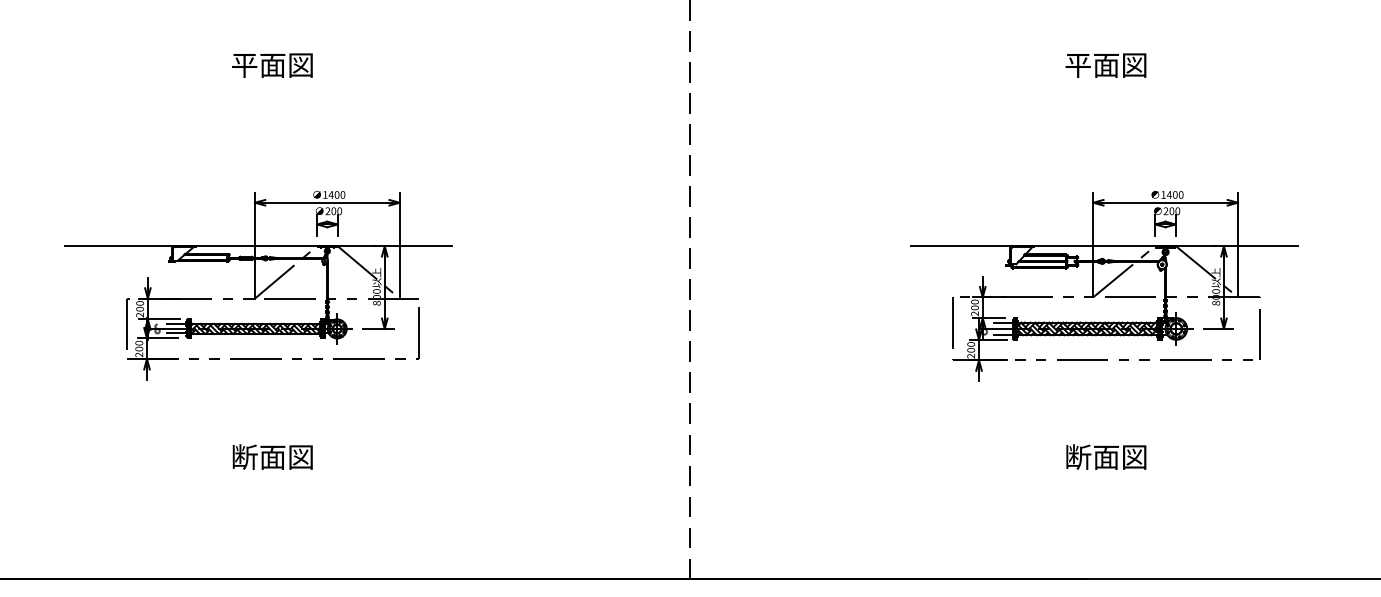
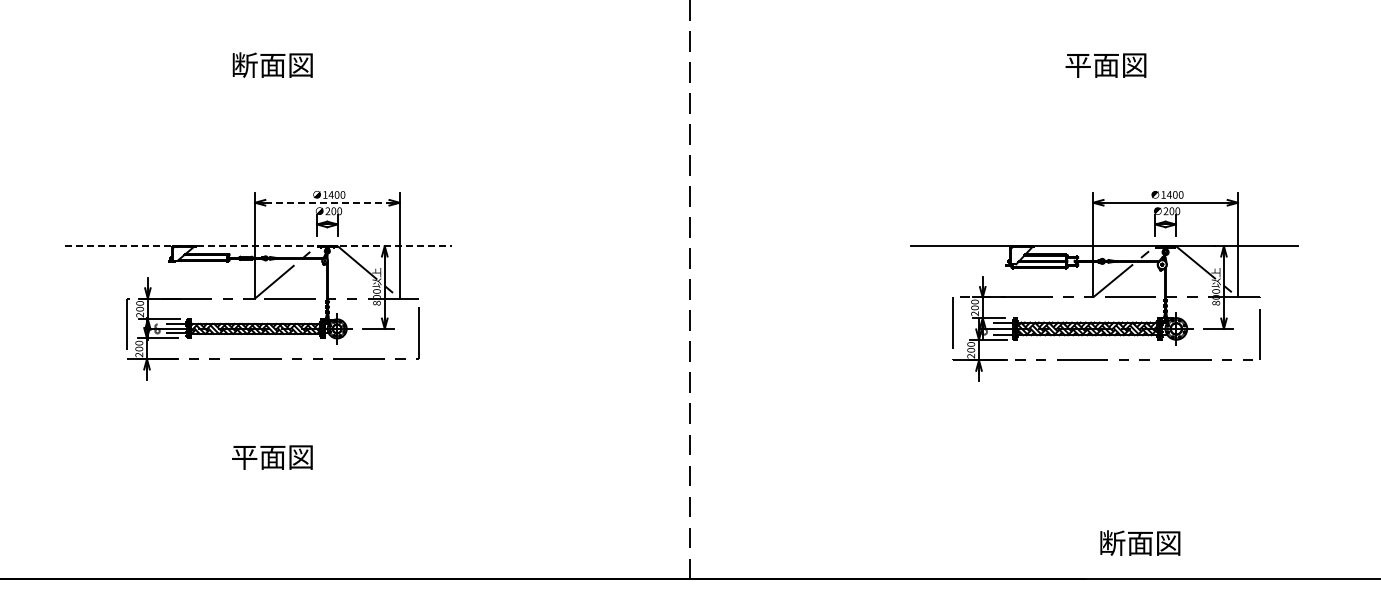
text at (244, 64): 平面図 -> 断面図
line at (327, 202): solid -> dashed
line at (258, 246): solid -> dashed
text at (244, 456): 断面図 -> 平面図
text at (1106, 456) position: (1106, 456) -> (1140, 542)
